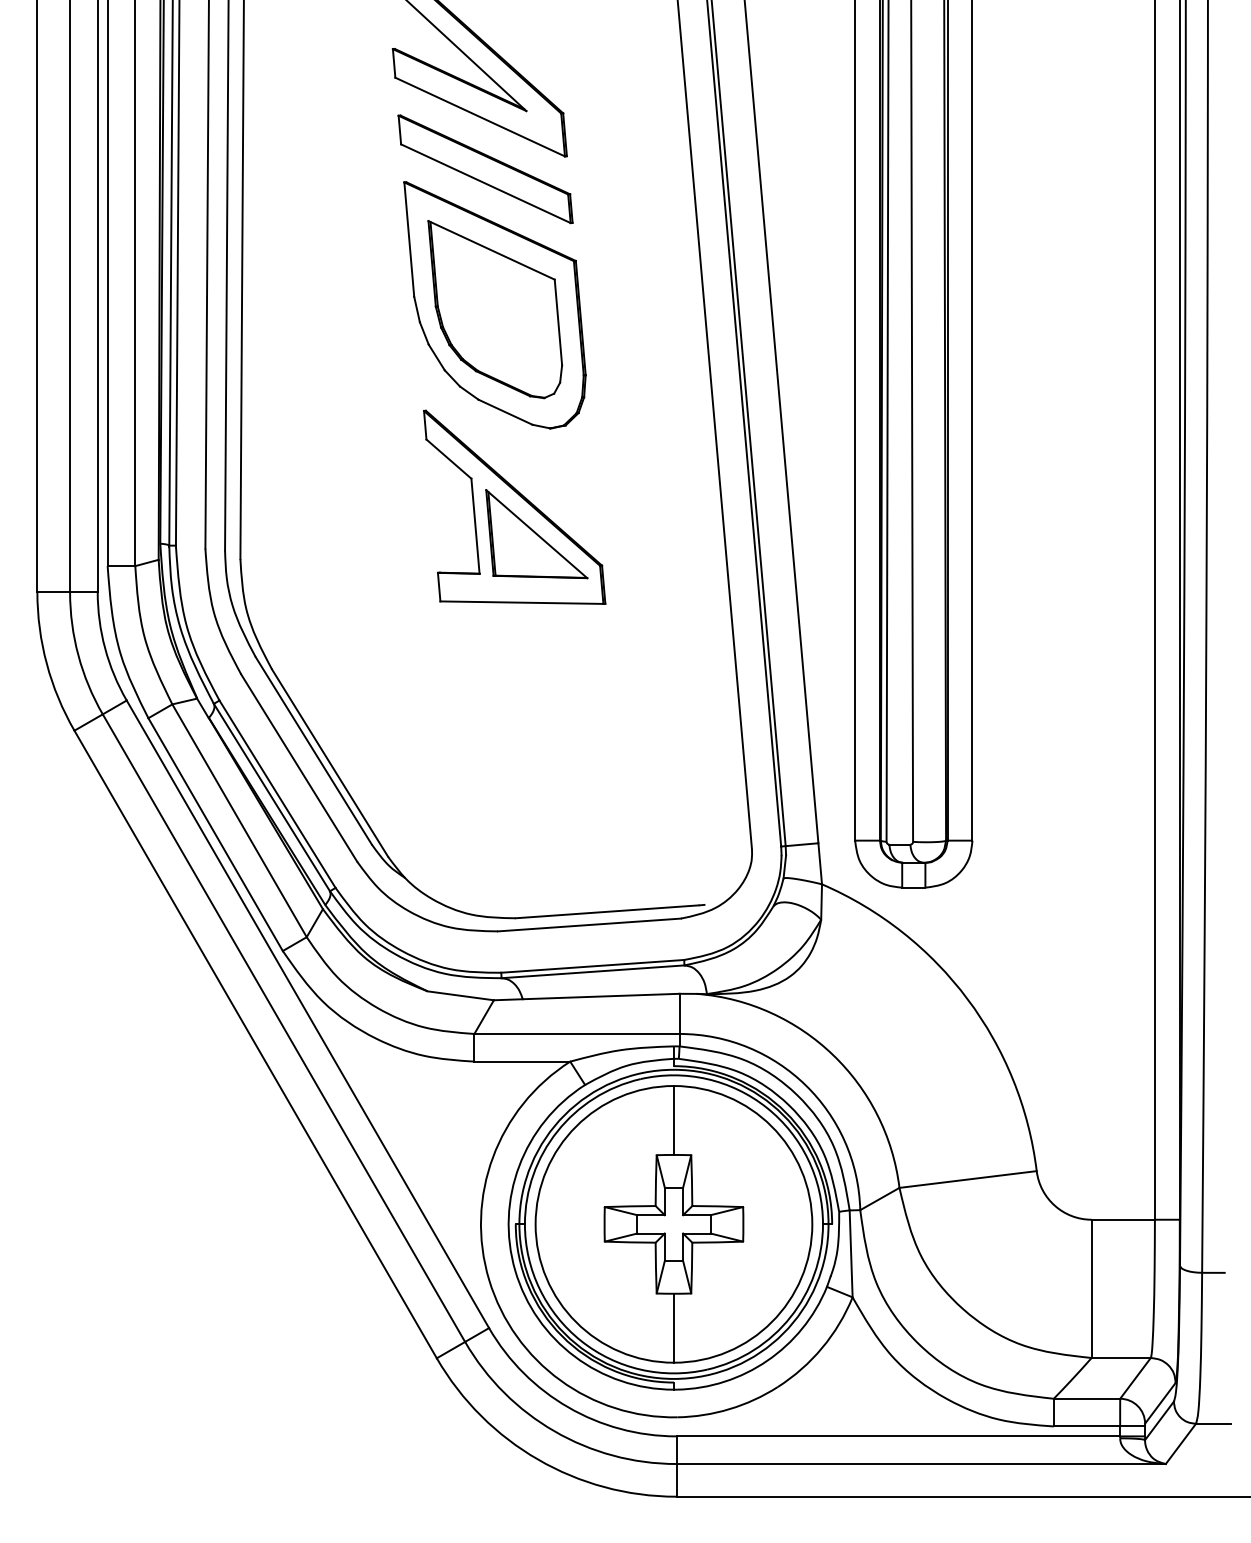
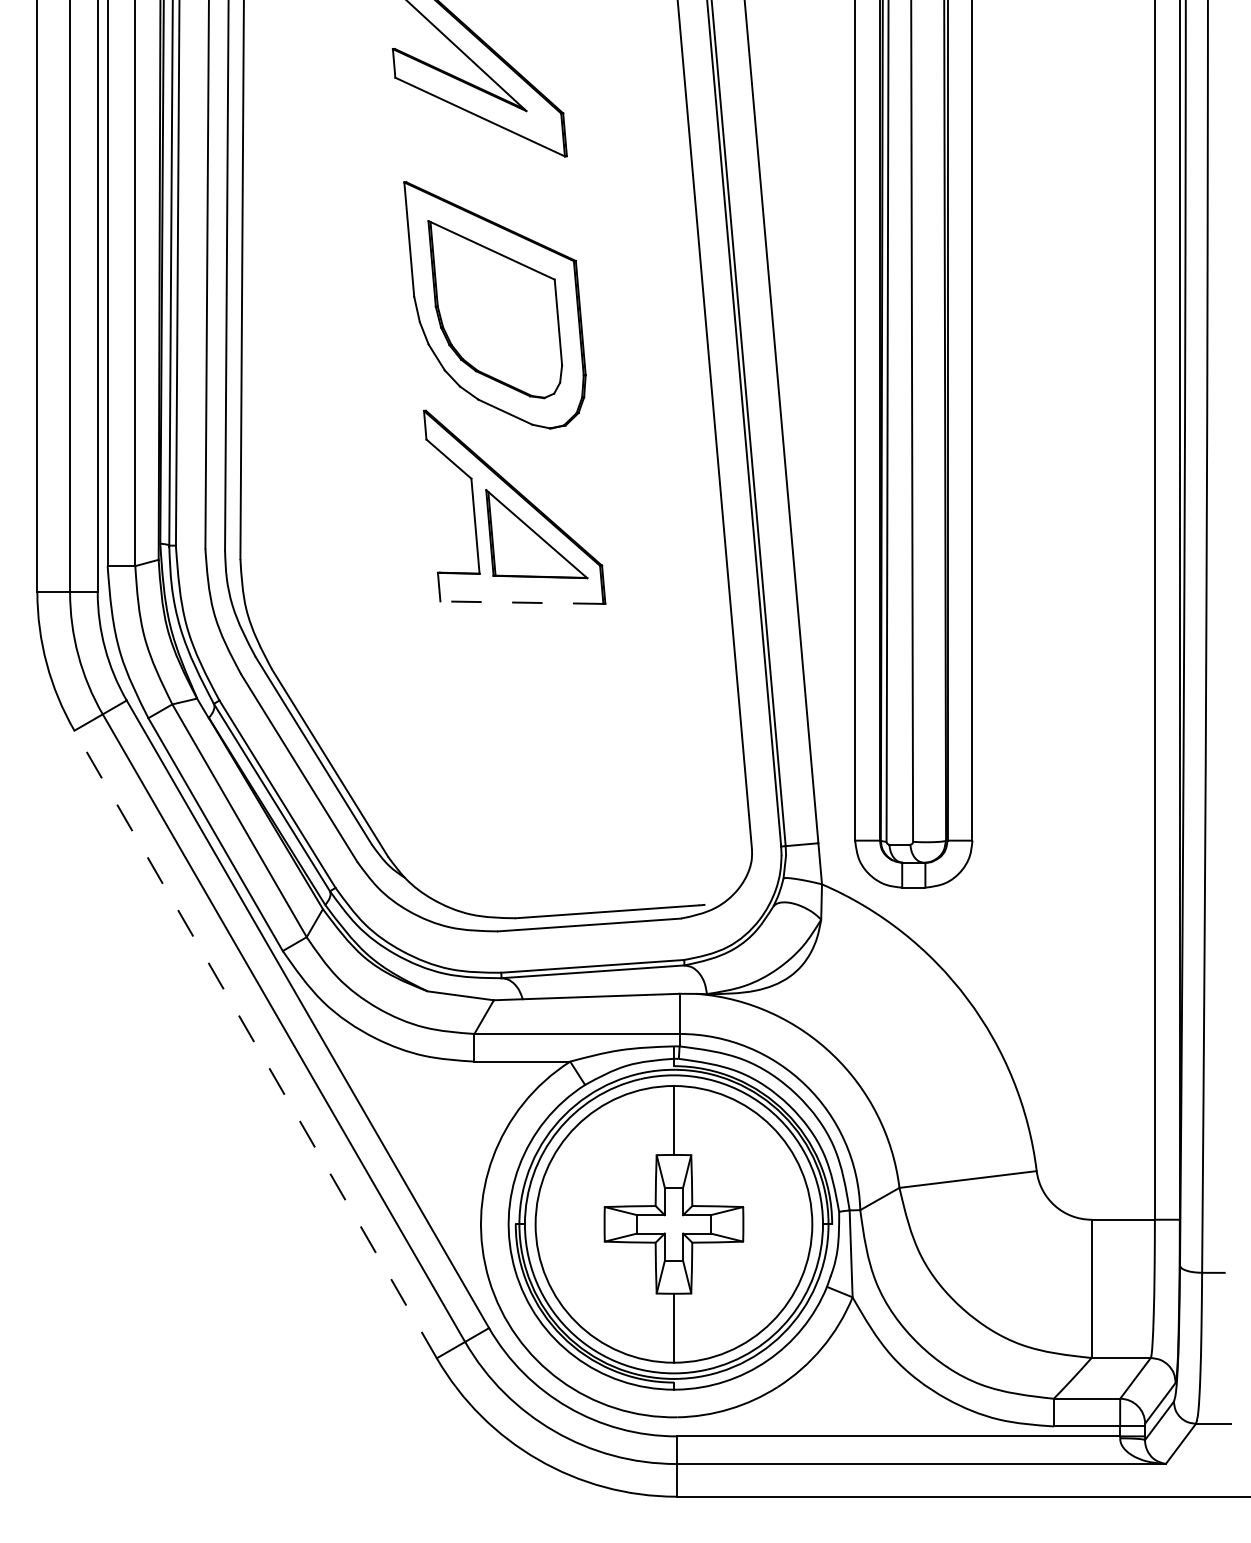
part at (485, 169): present -> none
line at (521, 602): solid -> dashed
line at (255, 1044): solid -> dashed
